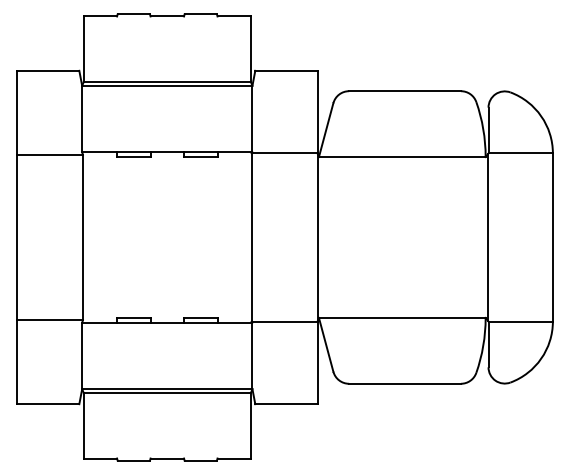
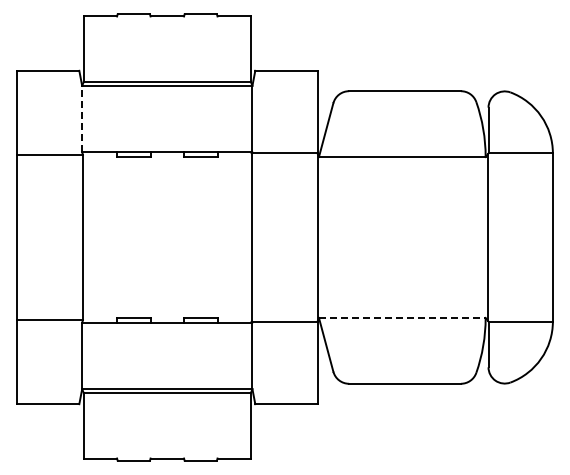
line at (82, 118): solid -> dashed
line at (402, 317): solid -> dashed
